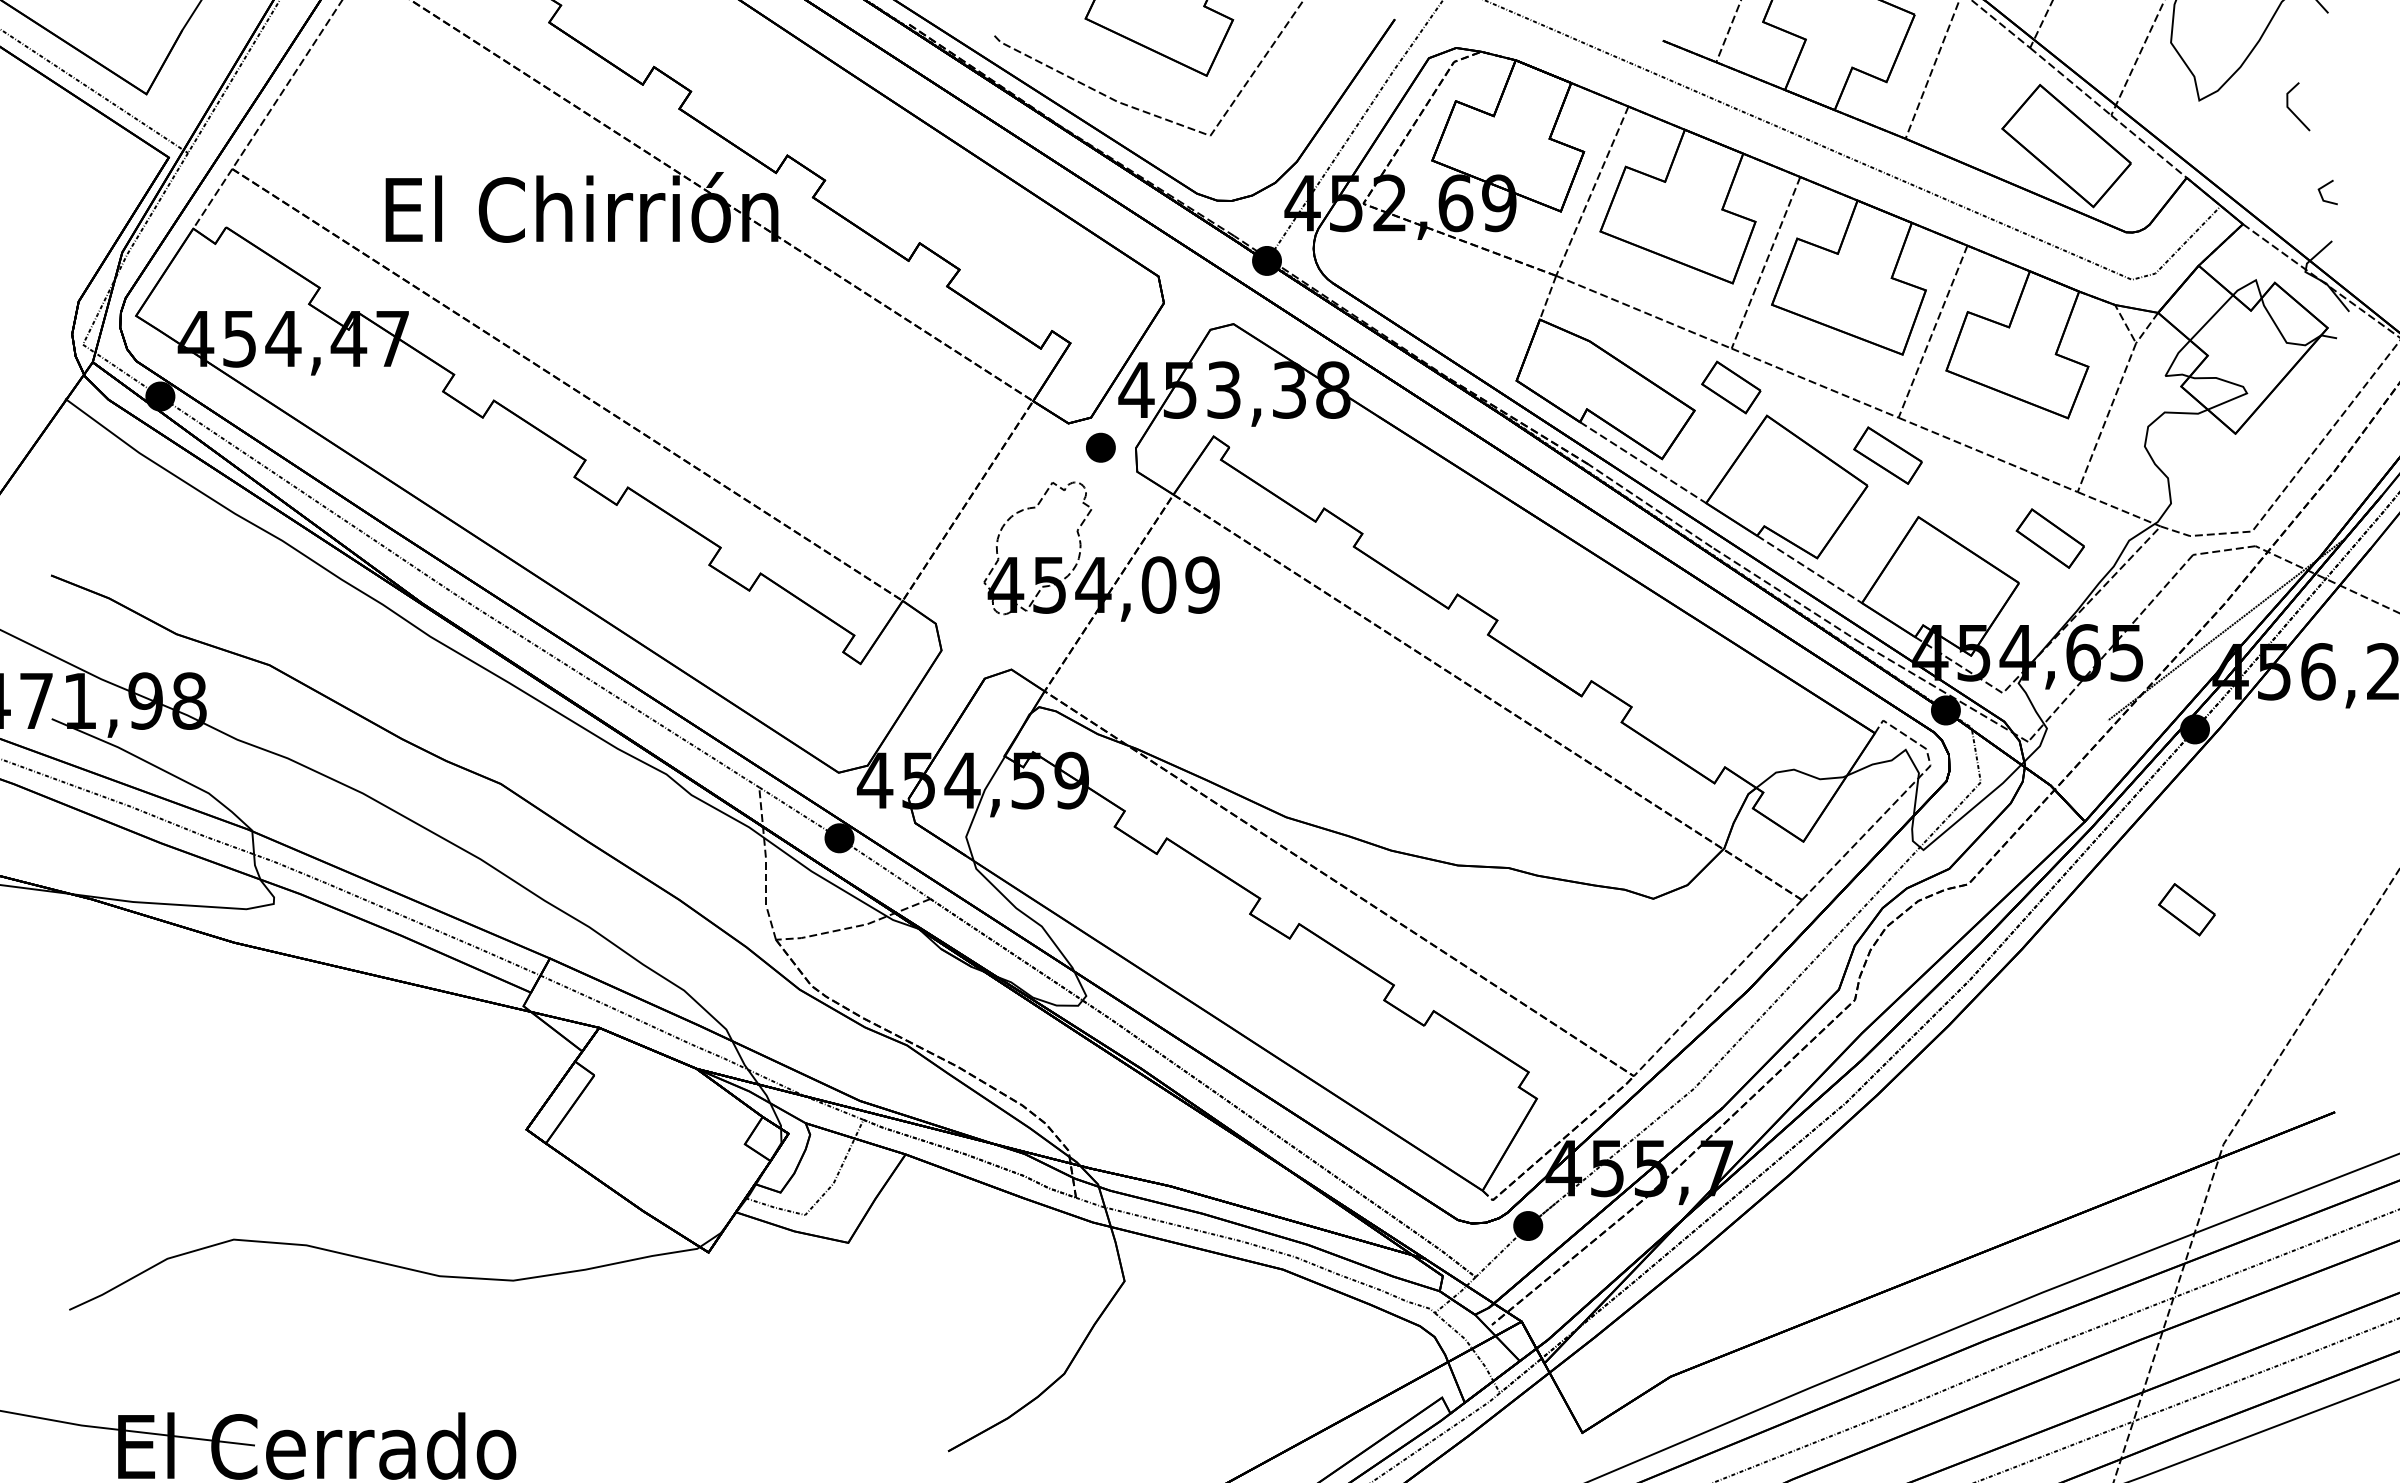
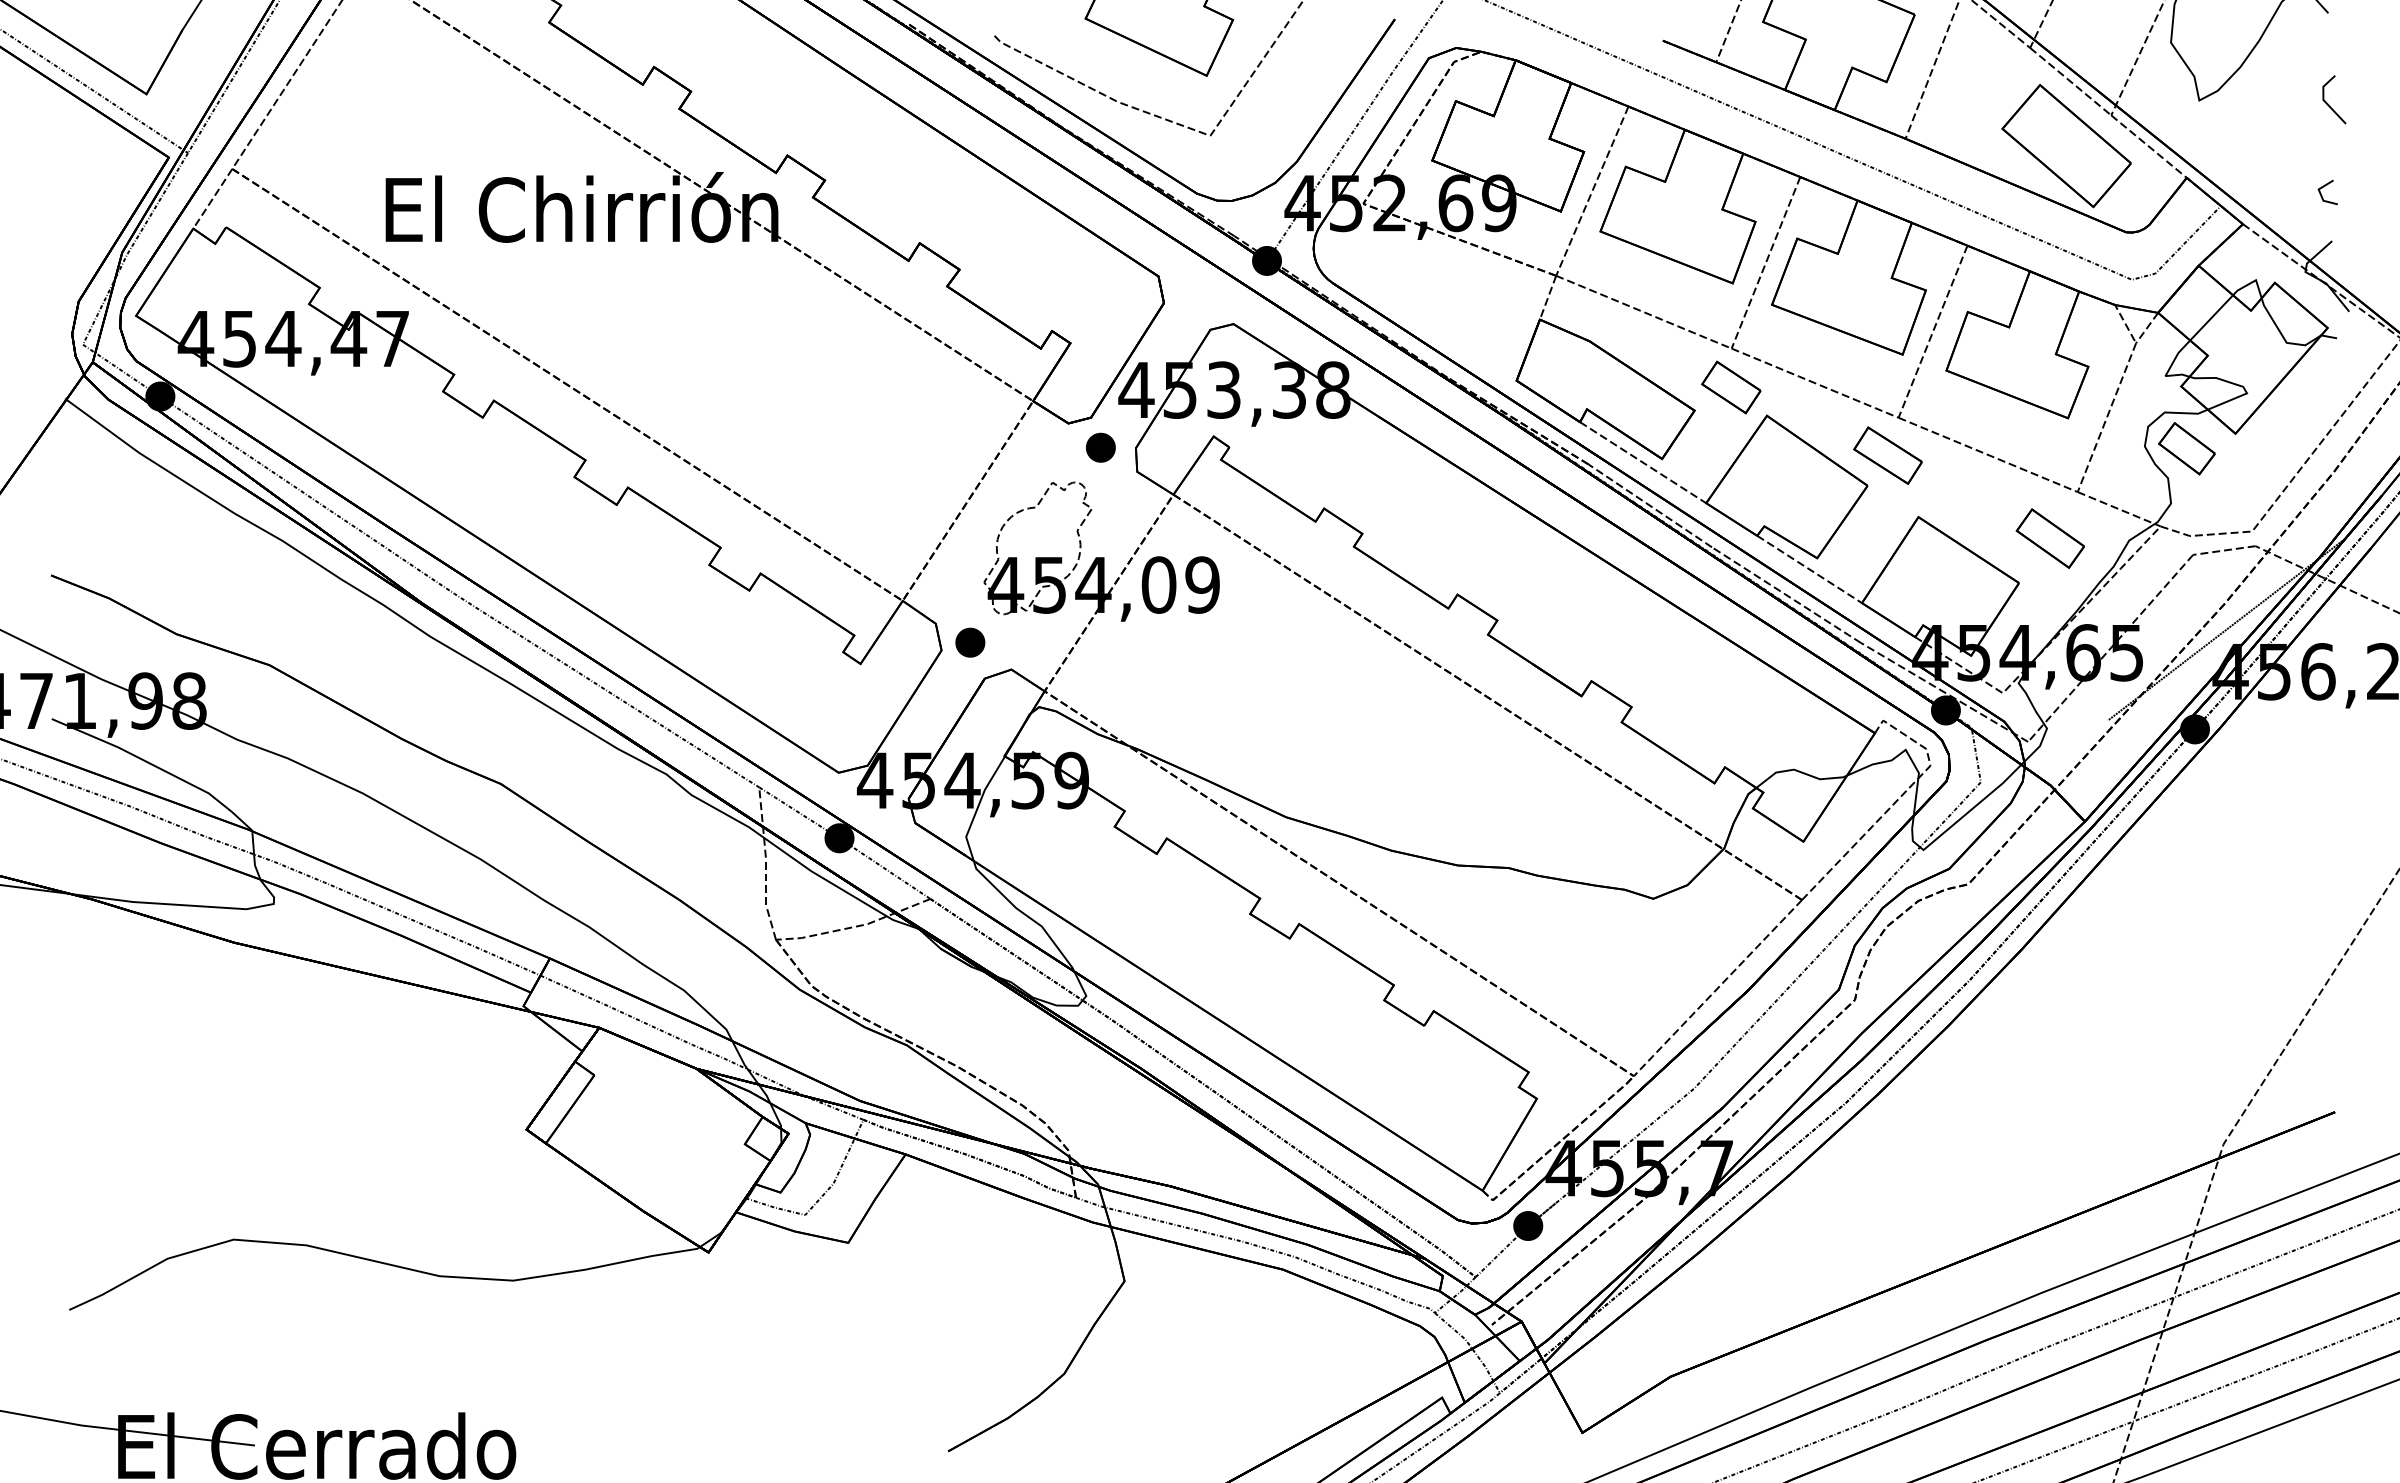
line at (2293, 111) position: (2293, 111) -> (2329, 104)
part at (970, 642): none -> present
part at (2186, 909) position: (2186, 909) -> (2186, 448)
